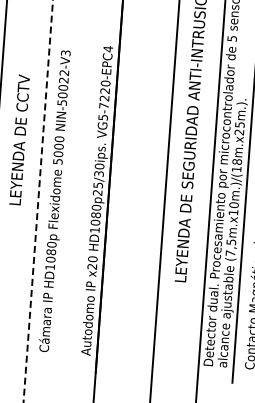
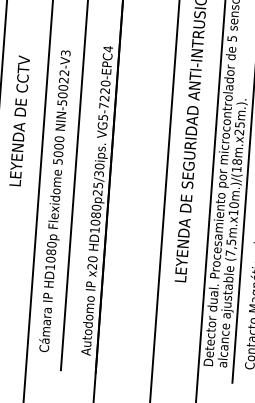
text at (19, 139) position: (19, 139) -> (19, 120)
line at (73, 186): none -> present
line at (38, 201): dashed -> solid
